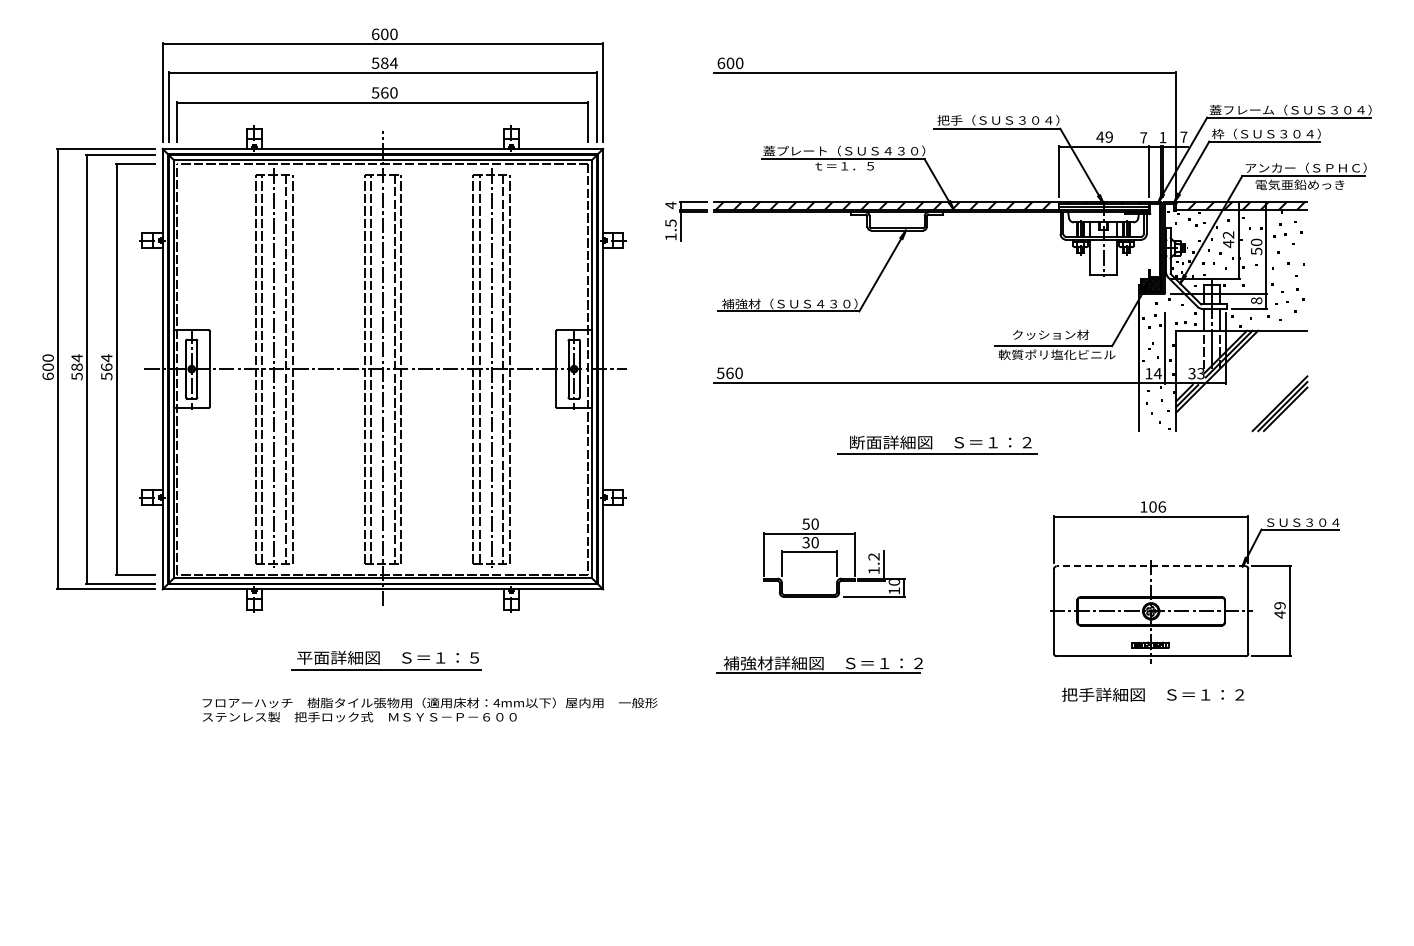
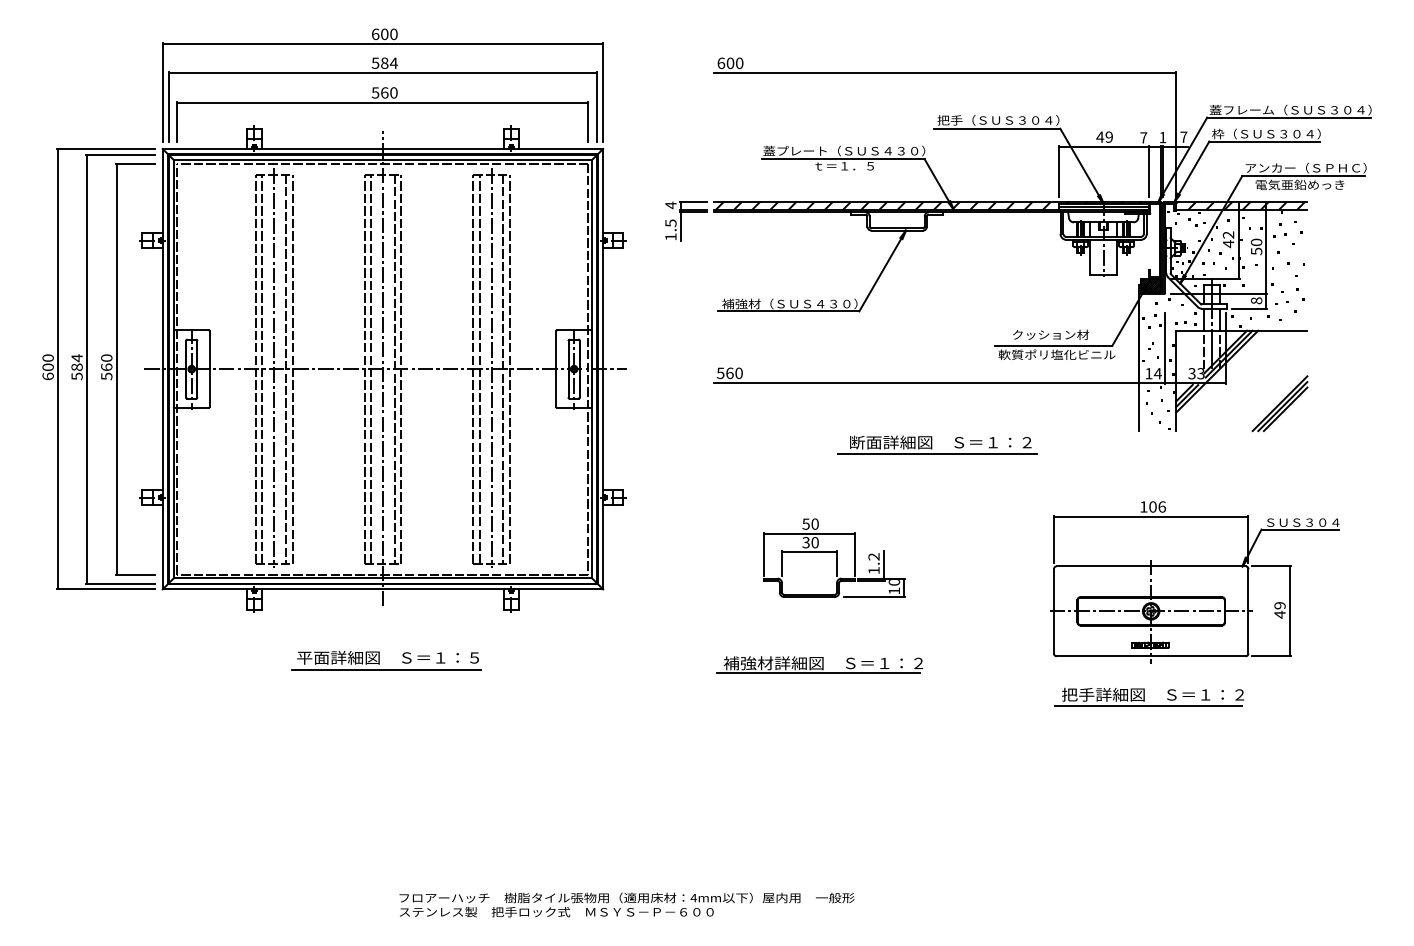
text at (106, 358): 564 -> 560
line at (1151, 566): dashed -> solid
line at (1148, 706): none -> present
text at (429, 709) position: (429, 709) -> (626, 904)
